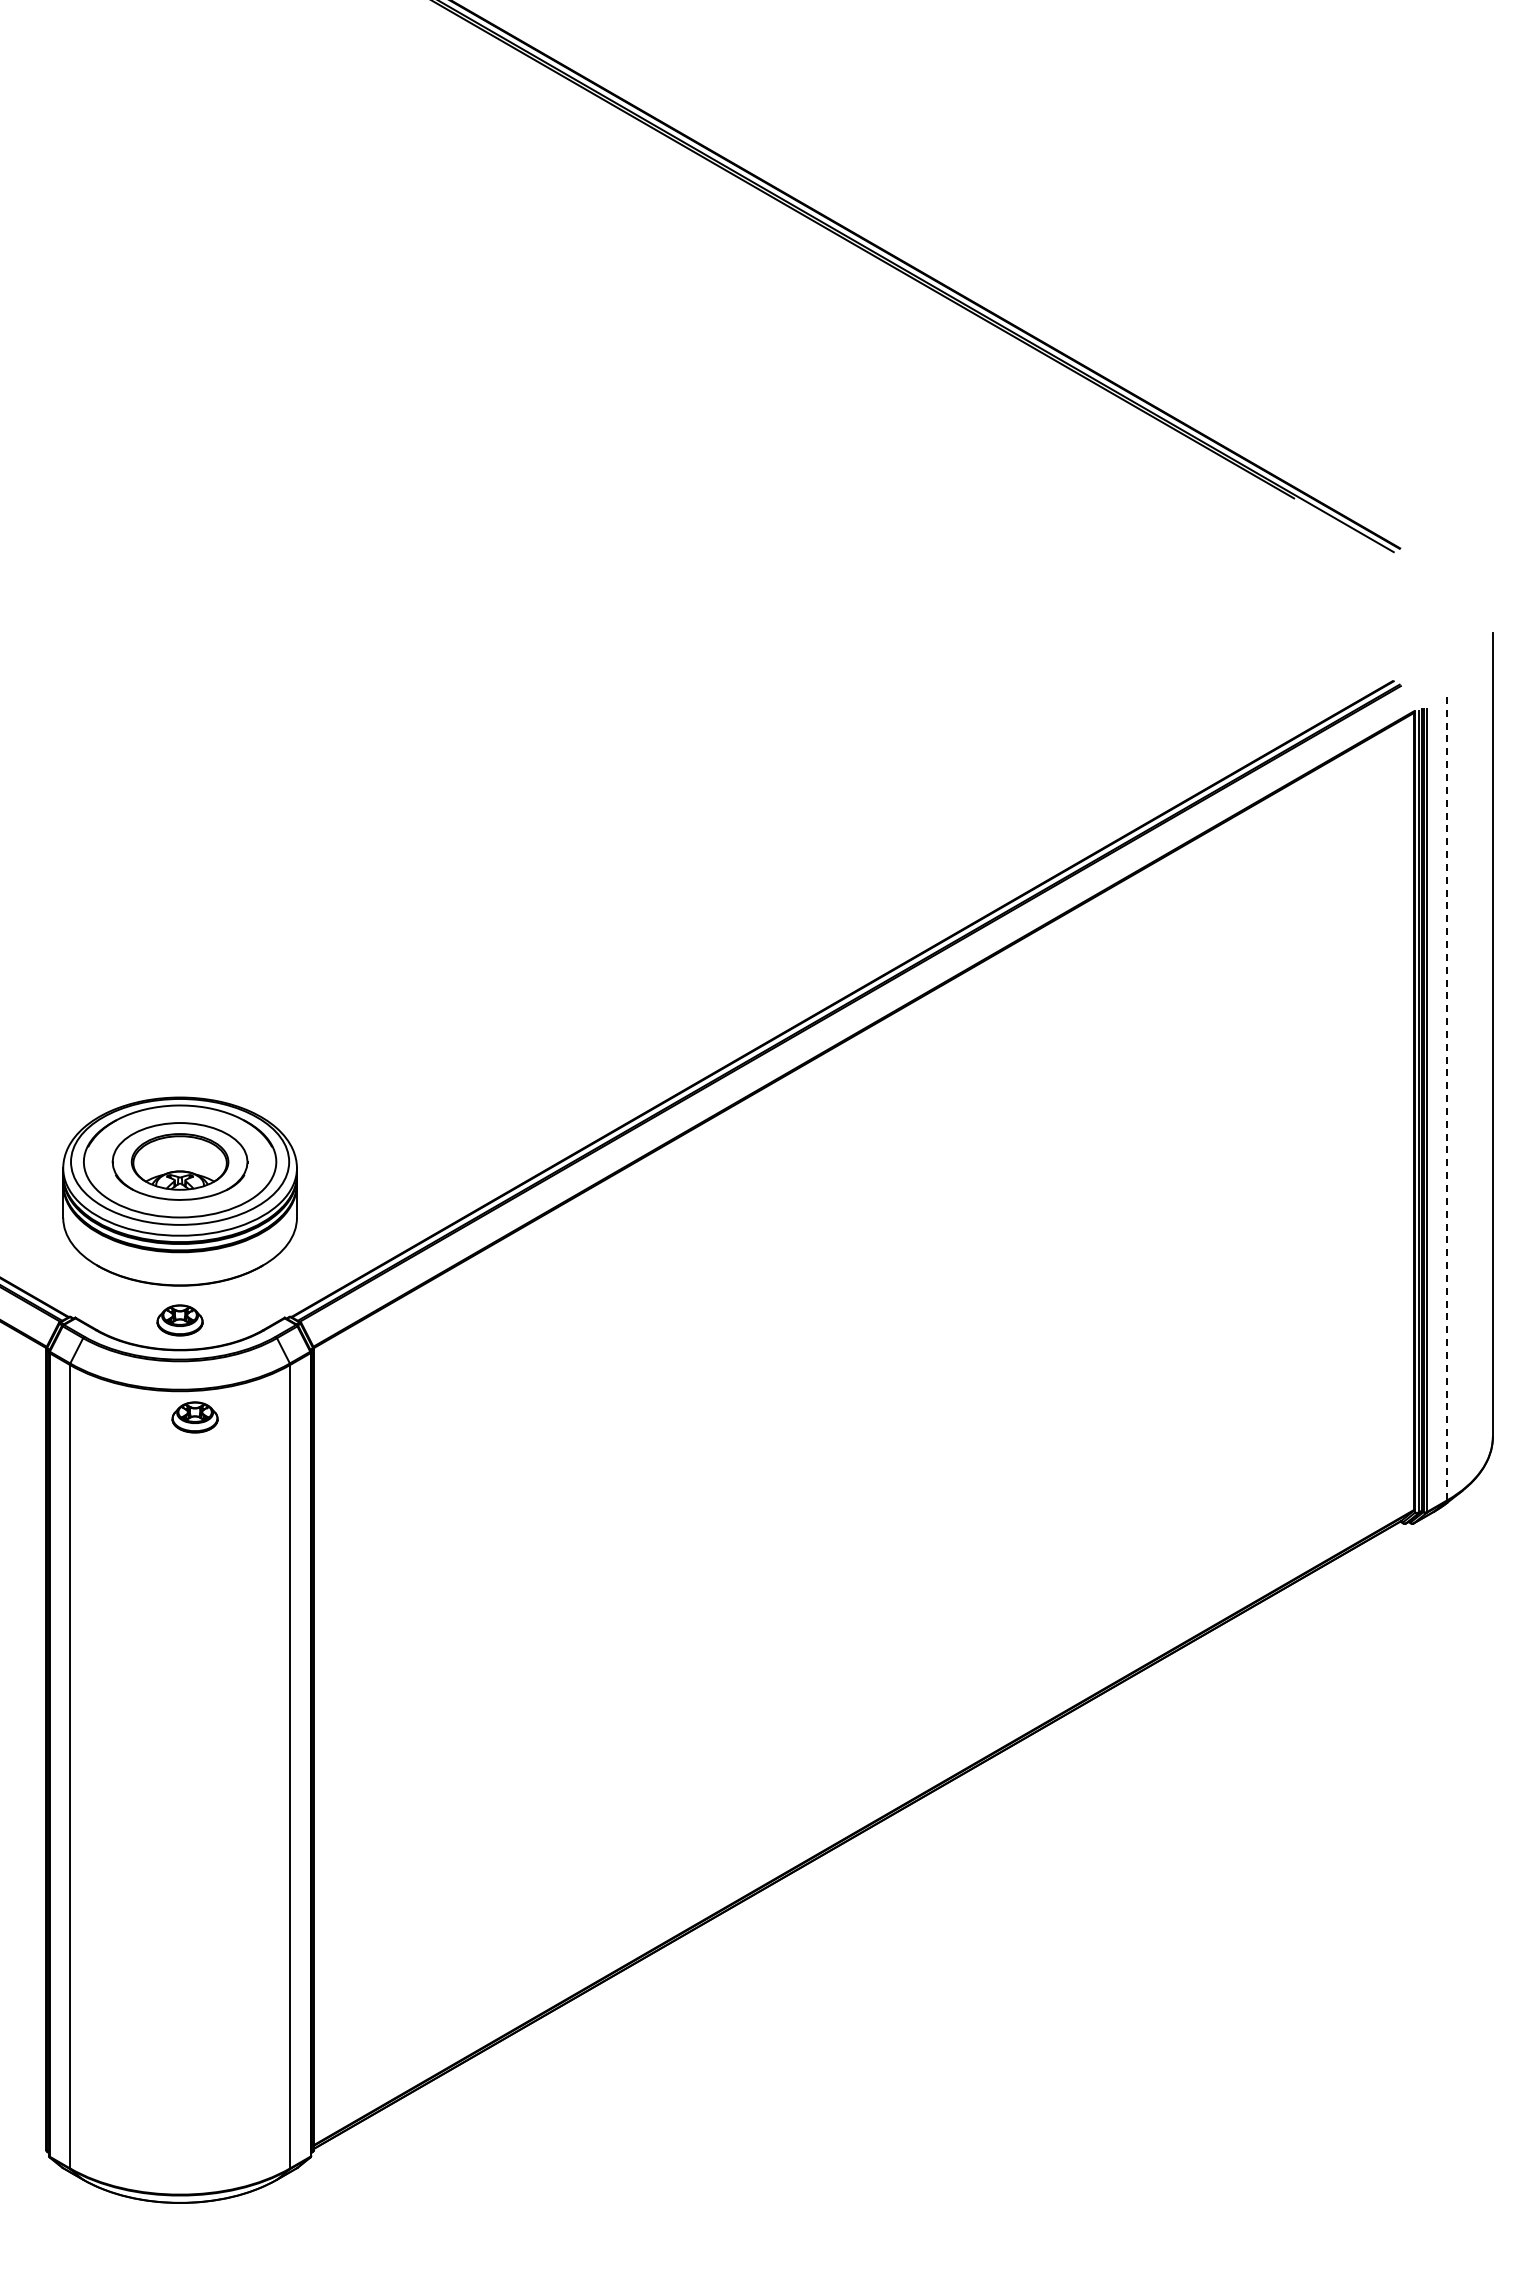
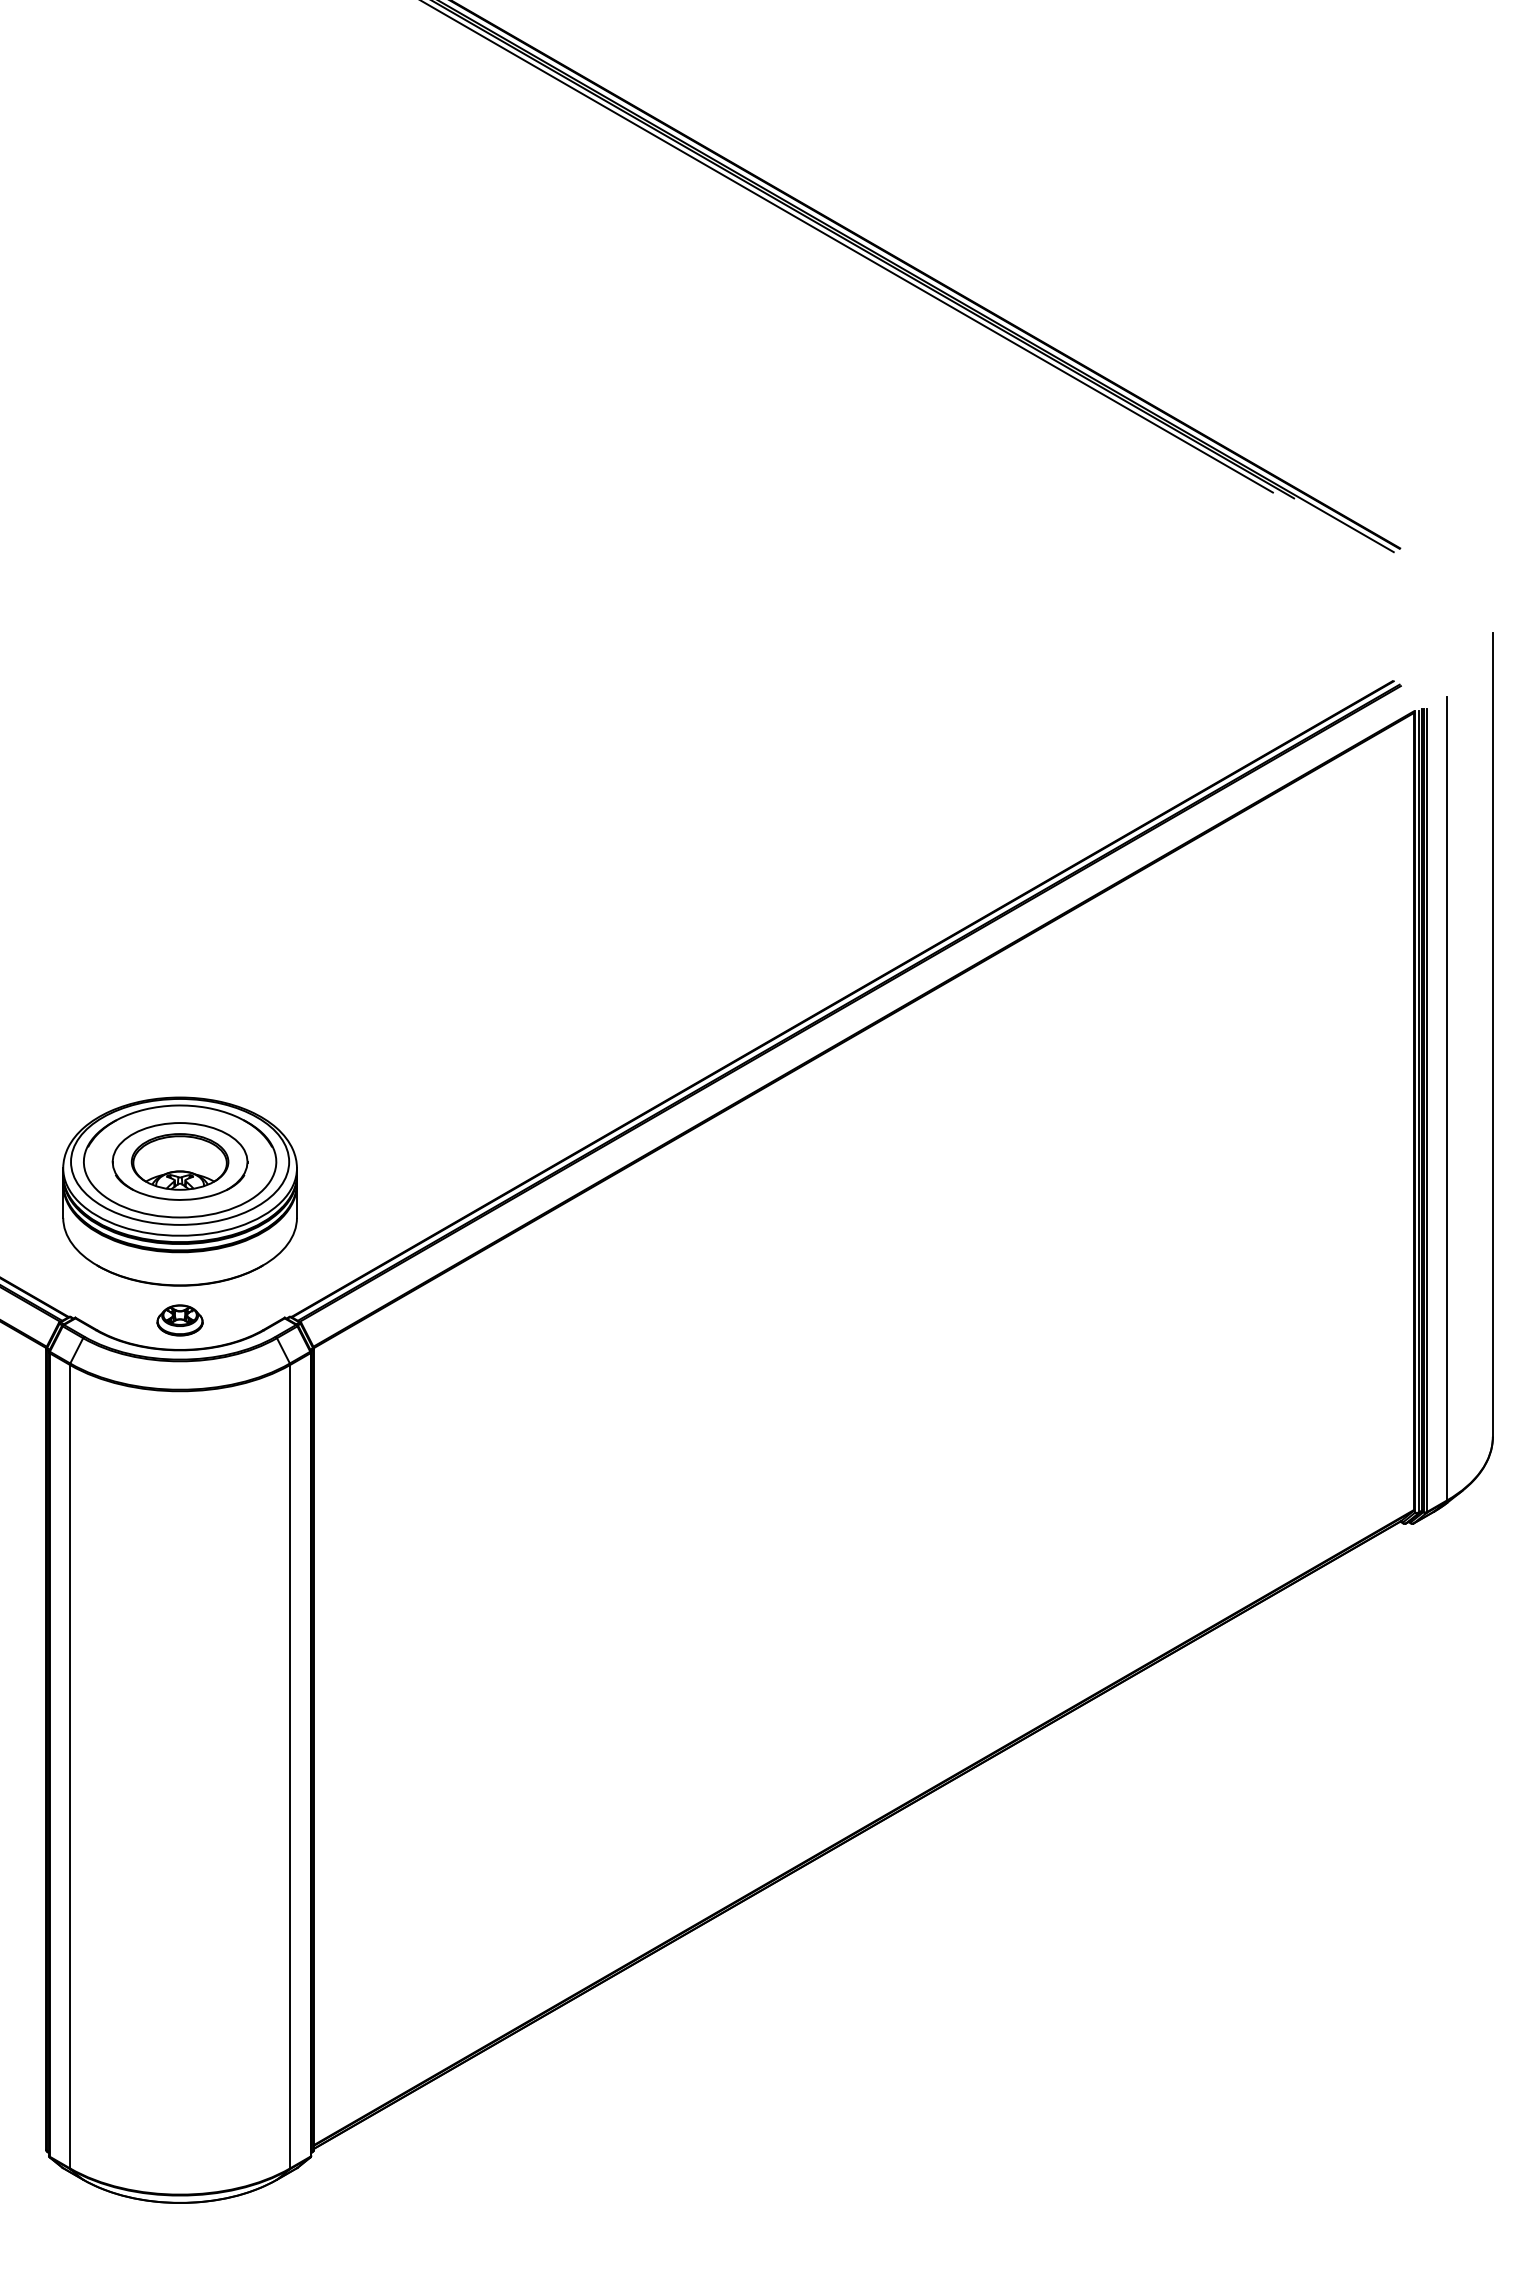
line at (848, 247): none -> present
line at (1447, 1098): dashed -> solid
part at (194, 1417): present -> none
